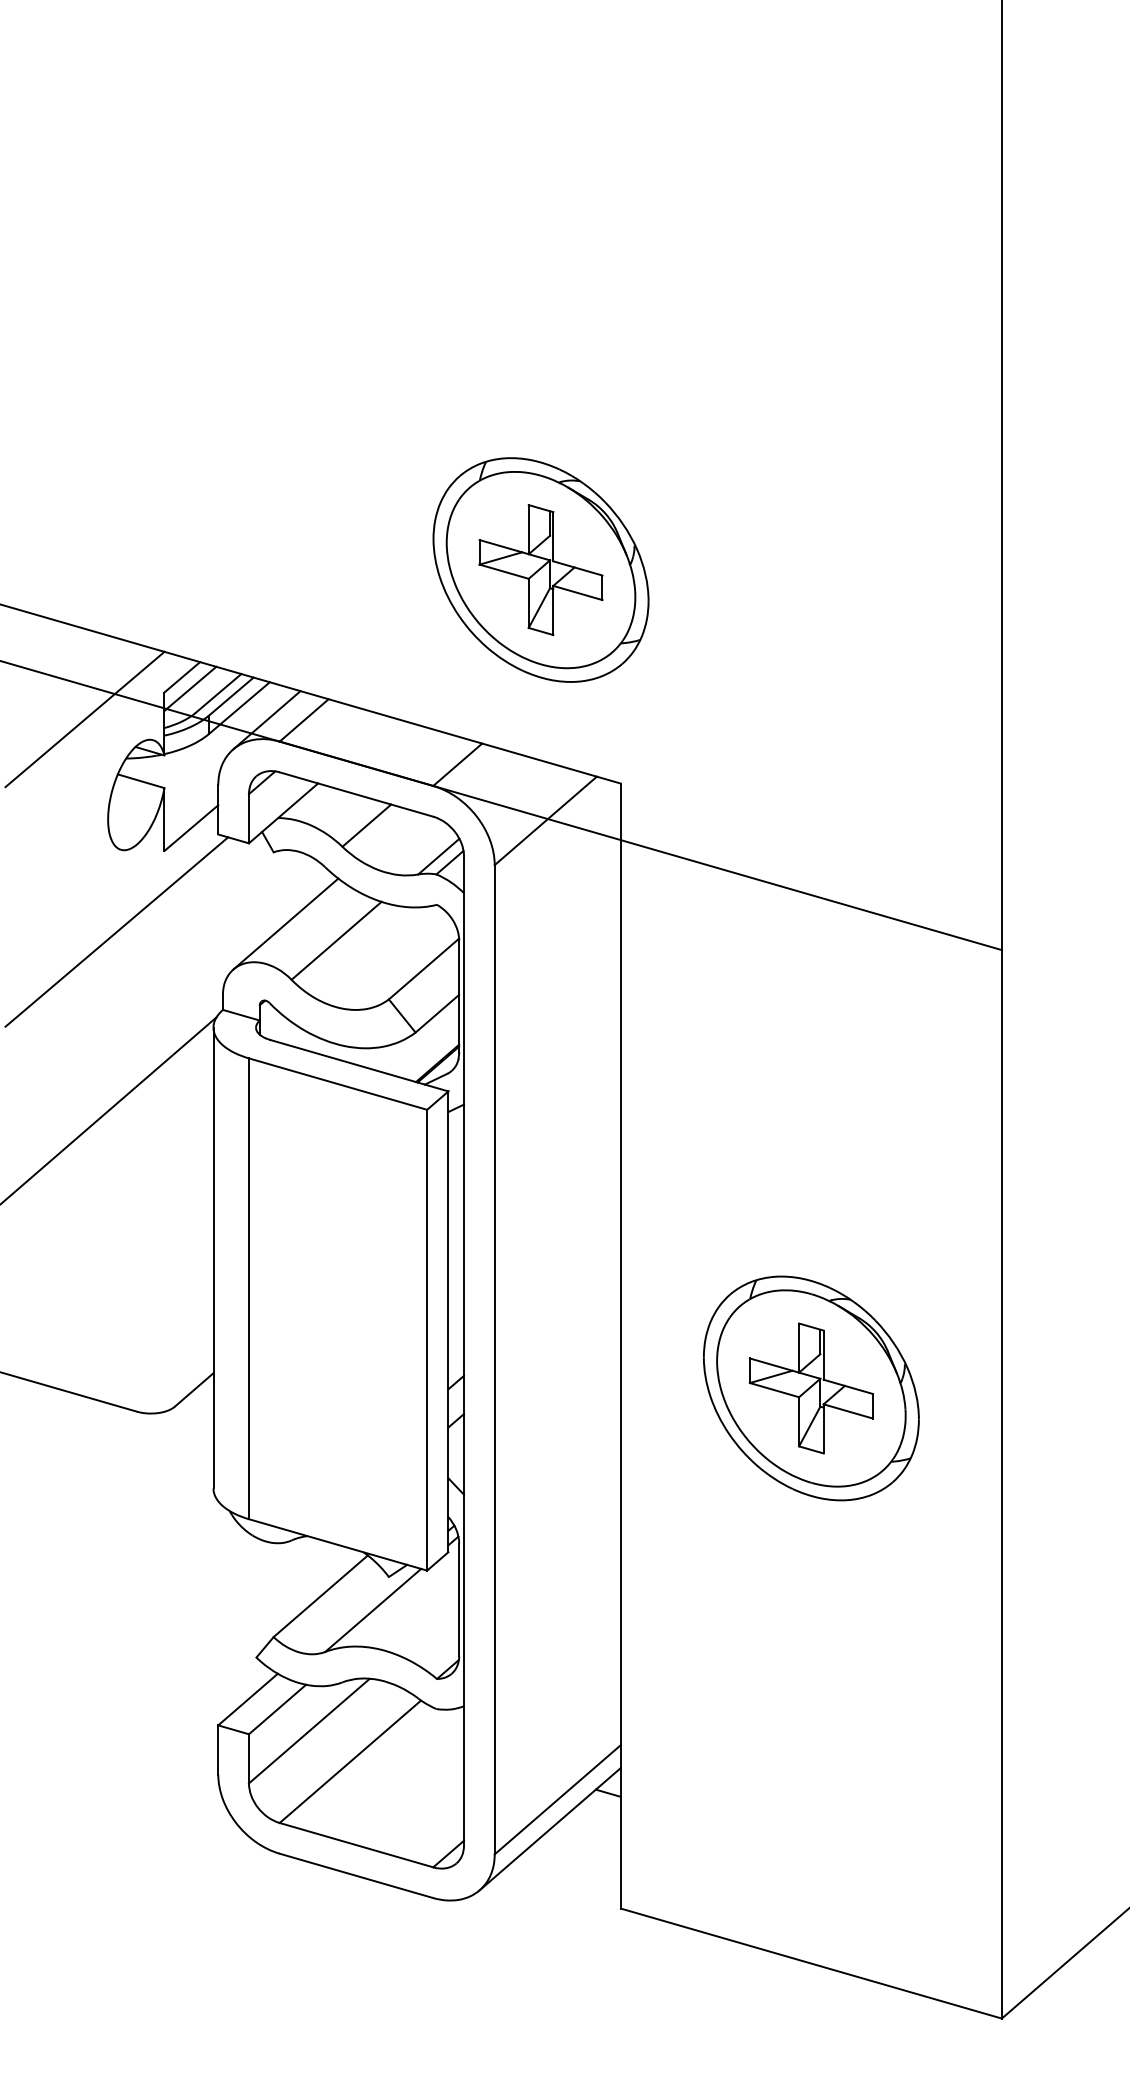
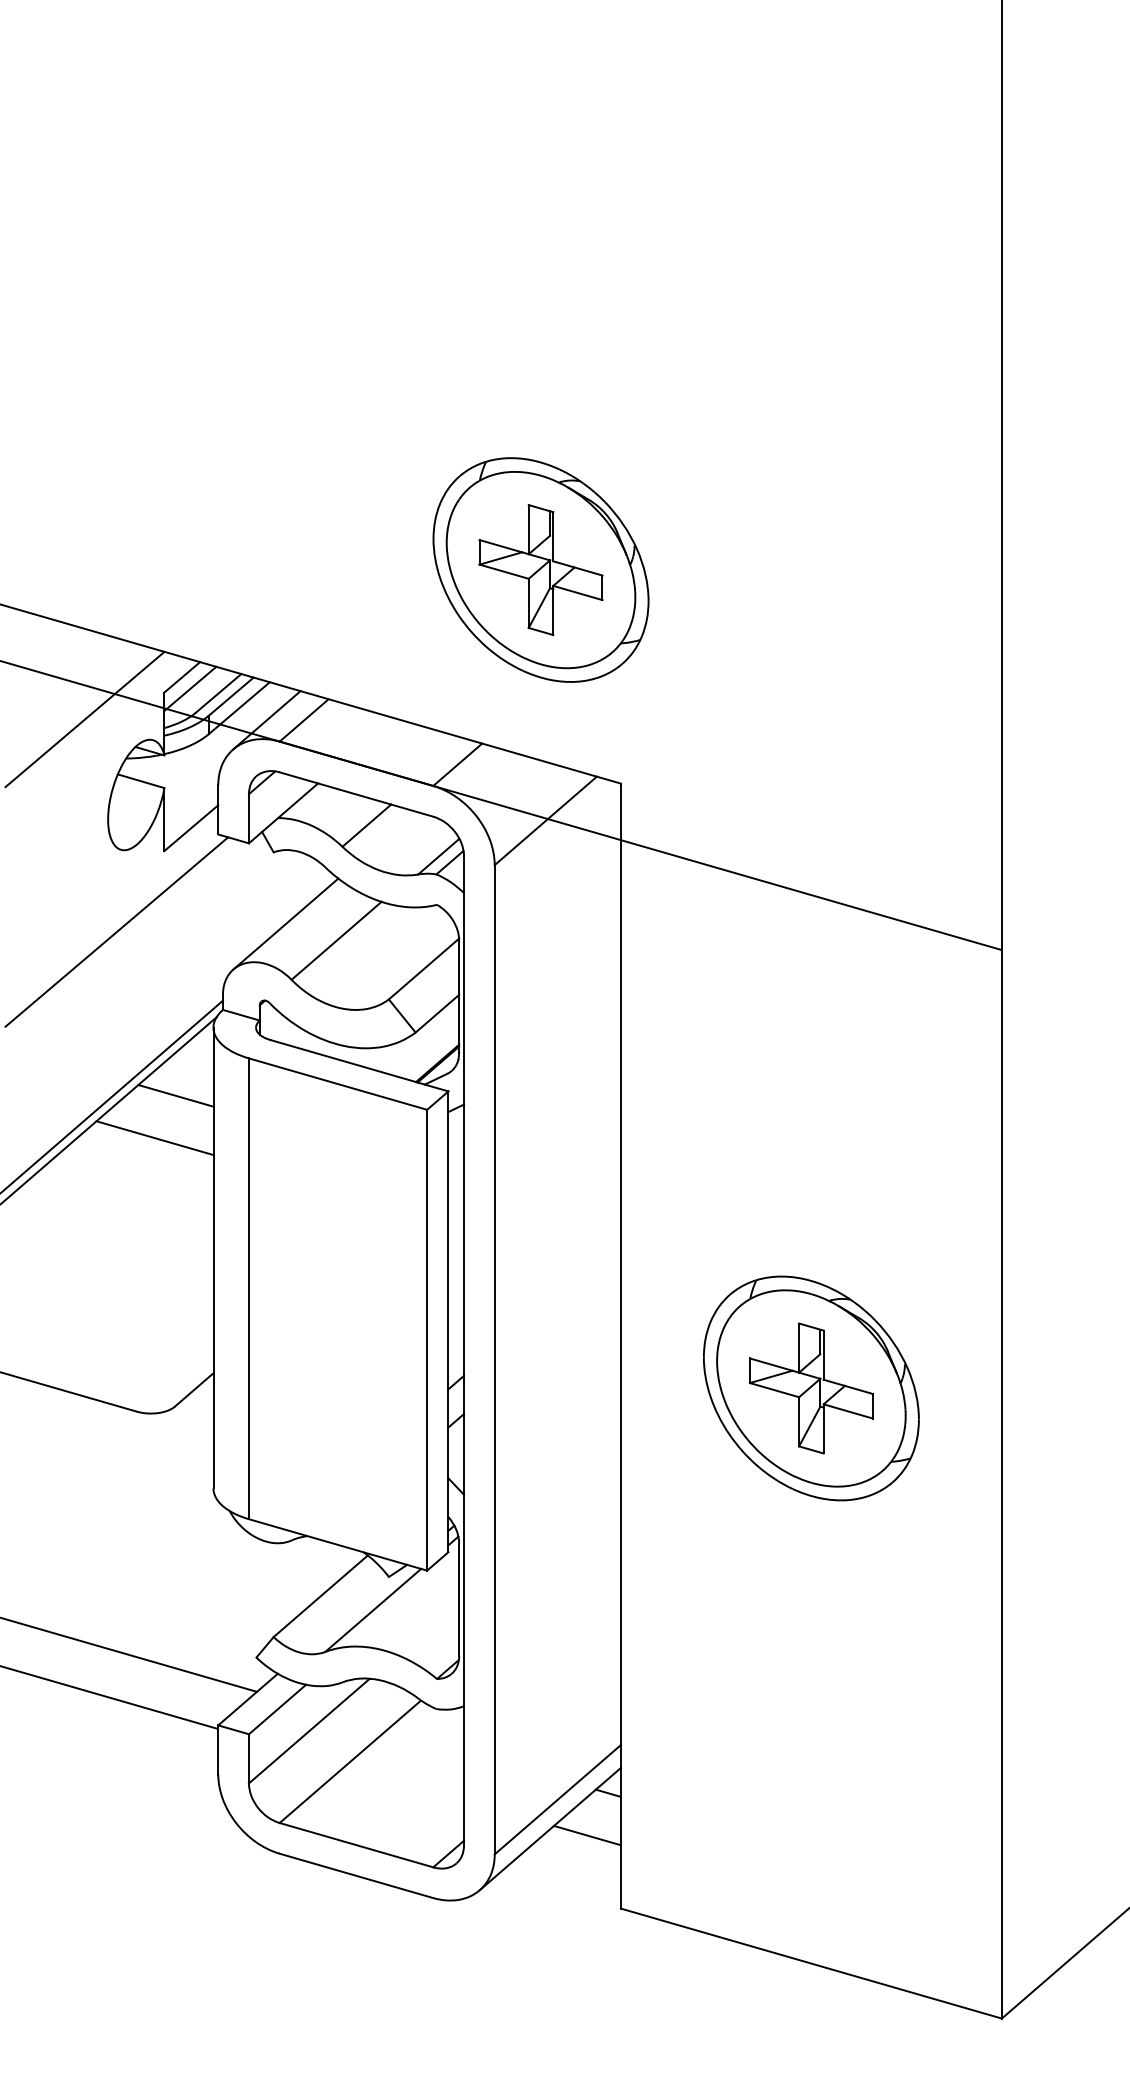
line at (112, 1095): none -> present
line at (175, 1095): none -> present
line at (154, 1138): none -> present
line at (129, 1654): none -> present
line at (109, 1697): none -> present
line at (587, 1835): none -> present
